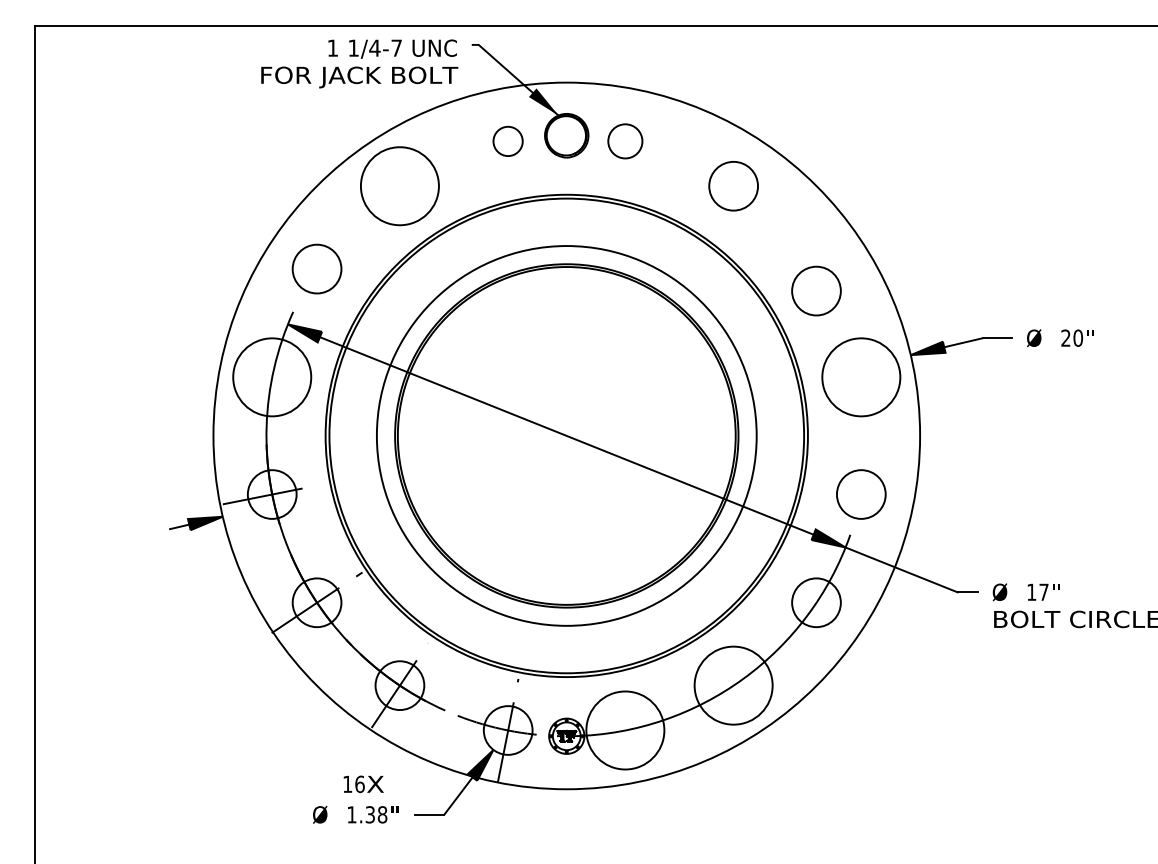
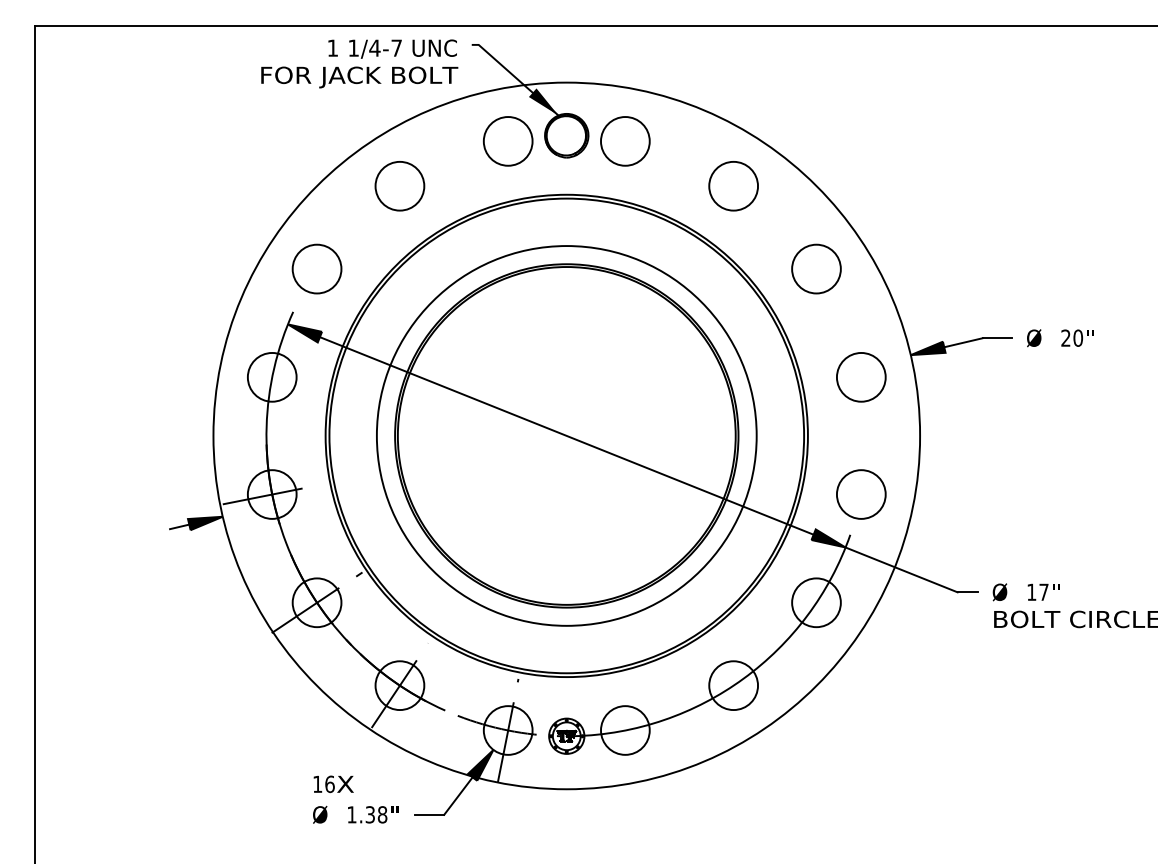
circle at (507, 140) size: 32x32 px -> 52x51 px
circle at (625, 141) diameter: 34 px -> 49 px
circle at (399, 186) diameter: 78 px -> 49 px
circle at (816, 290) position: (816, 290) -> (816, 268)
circle at (272, 377) diameter: 78 px -> 49 px
circle at (861, 377) diameter: 78 px -> 49 px
circle at (733, 685) diameter: 78 px -> 49 px
circle at (625, 730) diameter: 78 px -> 49 px
text at (363, 784) position: (363, 784) -> (333, 784)
